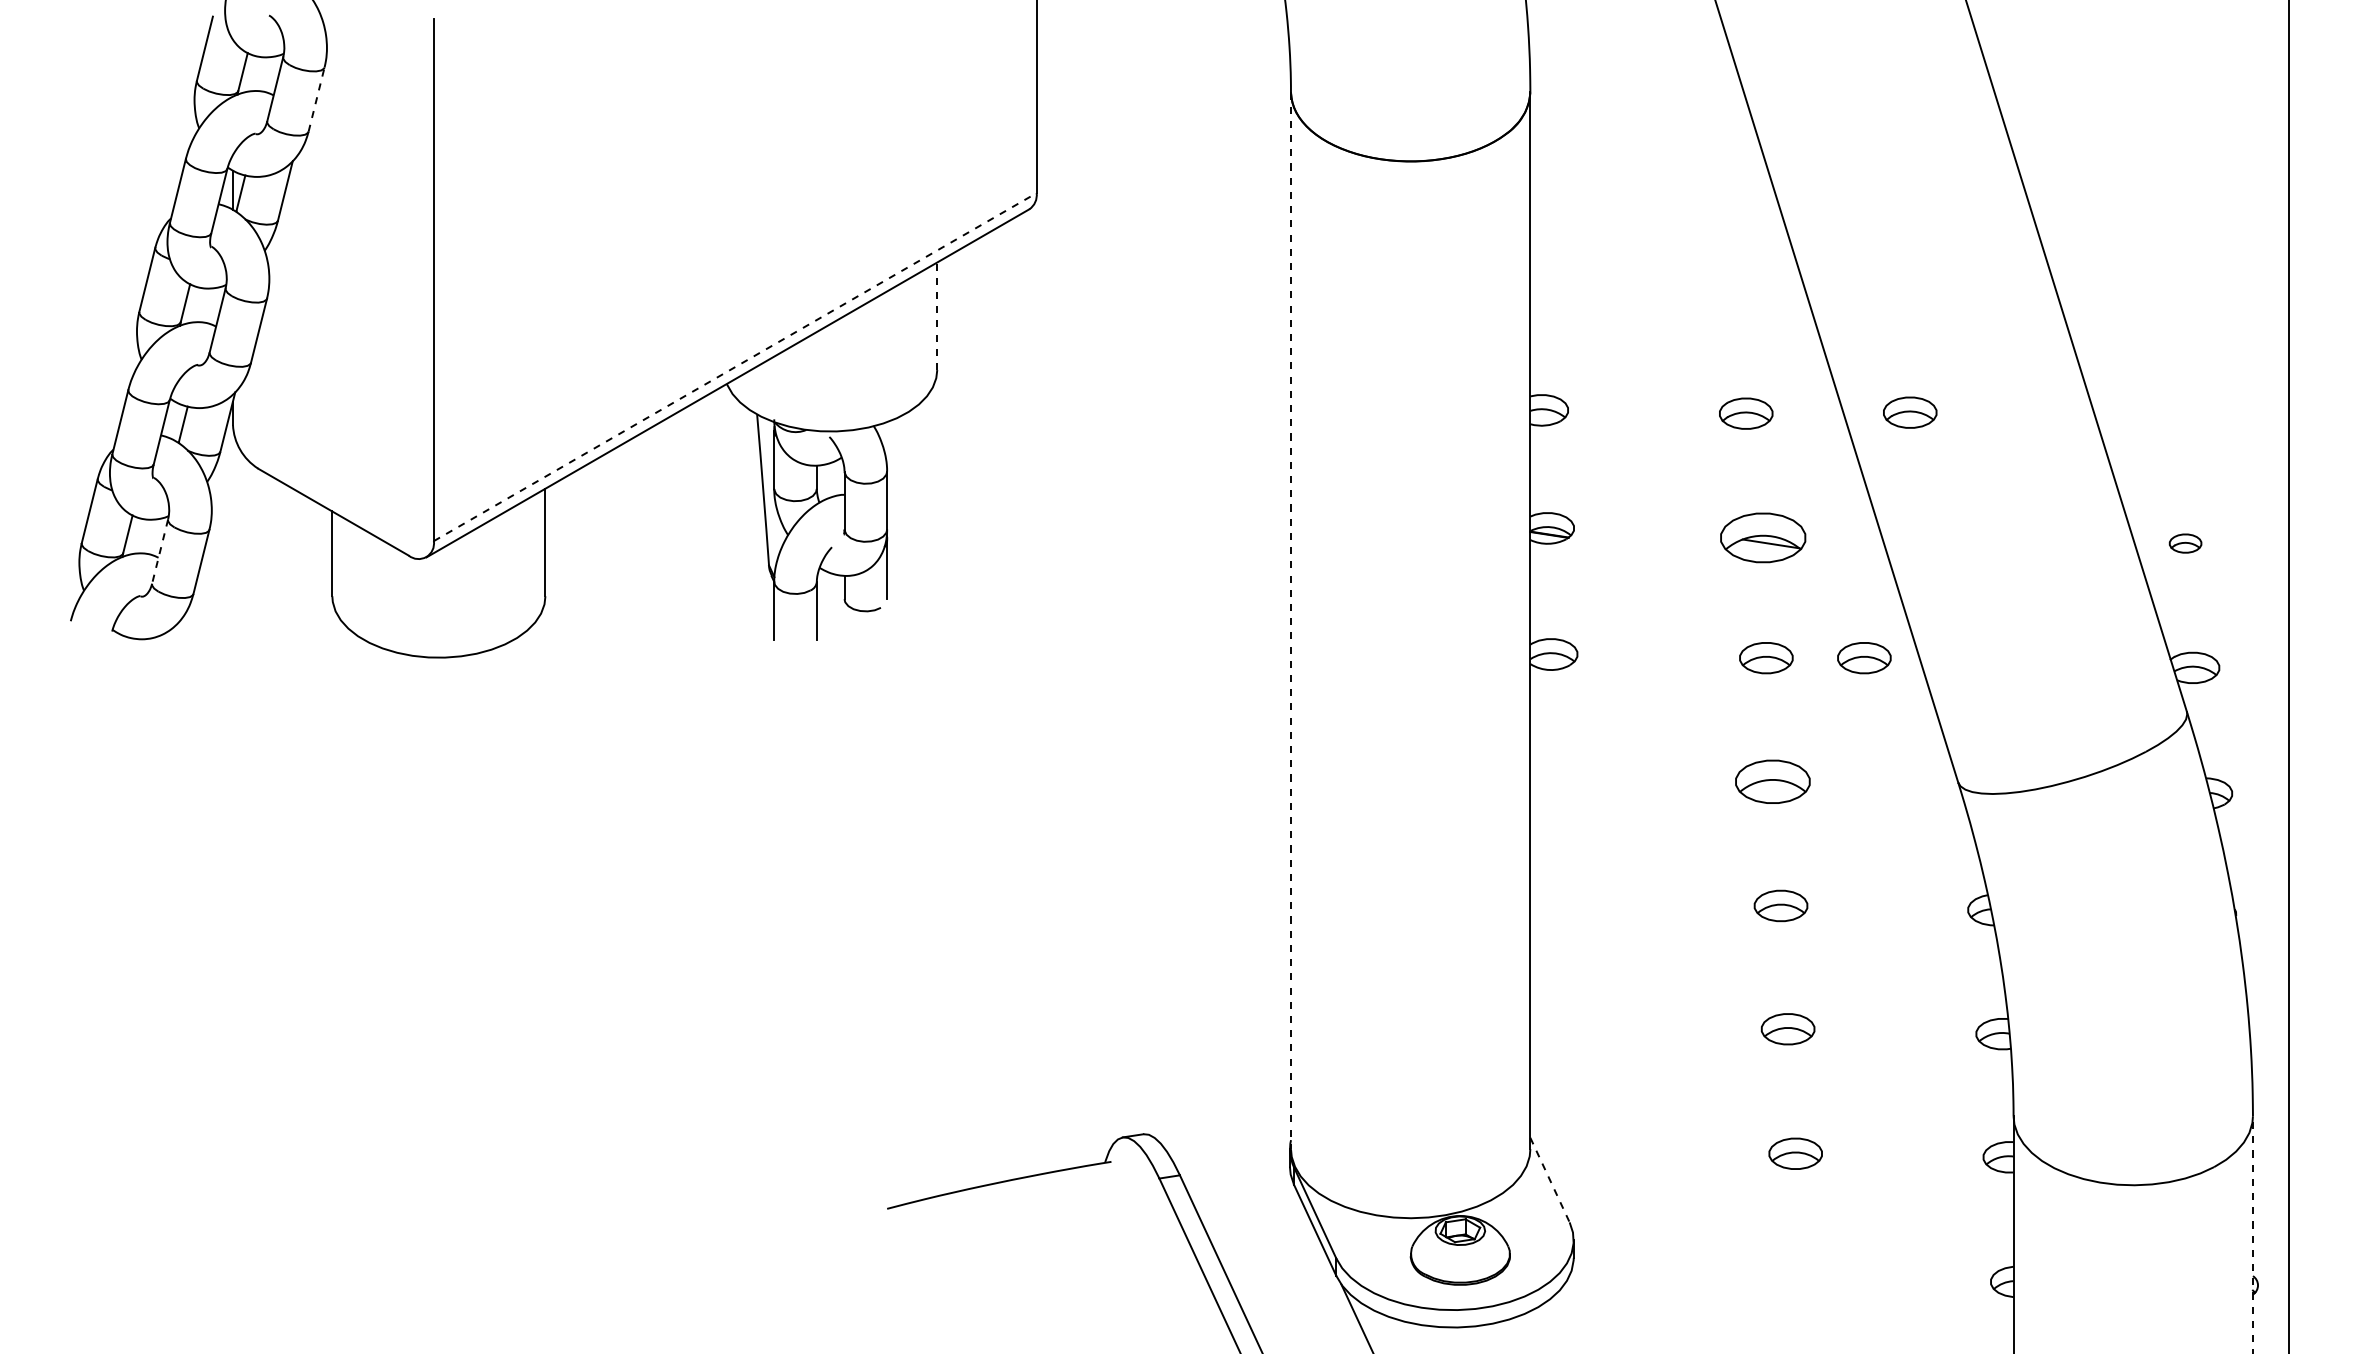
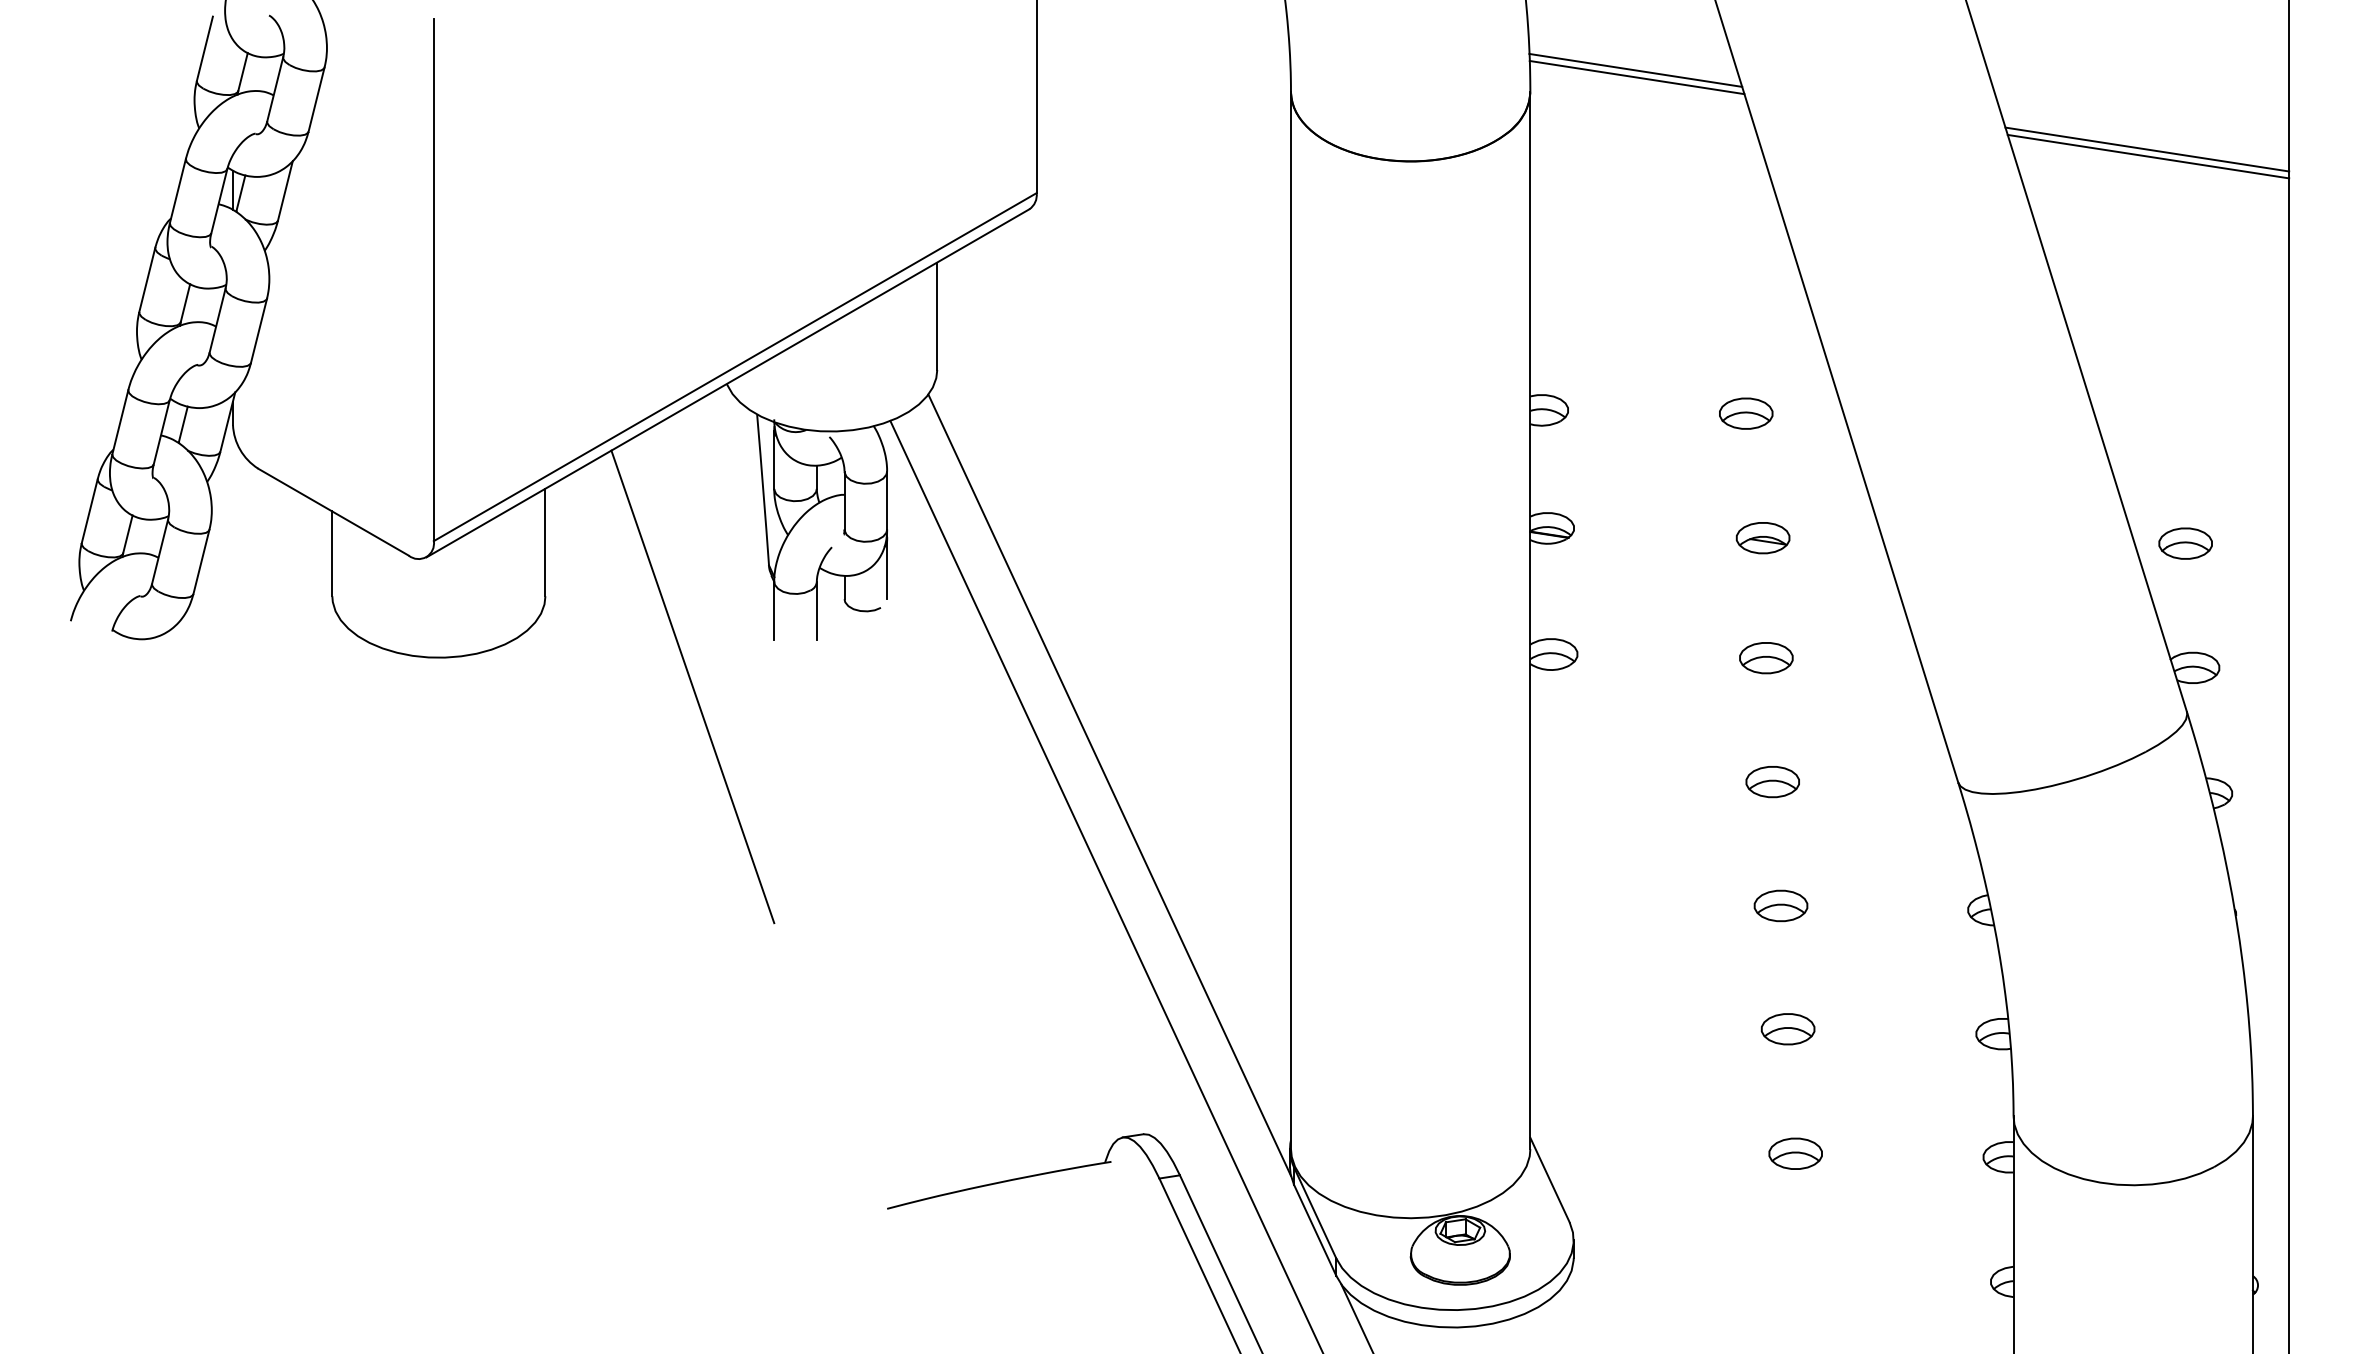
line at (1635, 69): none -> present
line at (1636, 77): none -> present
line at (316, 99): dashed -> solid
line at (2147, 149): none -> present
line at (2148, 156): none -> present
line at (937, 316): dashed -> solid
line at (735, 366): dashed -> solid
part at (1910, 412): present -> none
part at (1763, 537) size: 87x52 px -> 56x33 px
part at (2185, 543) size: 35x21 px -> 55x33 px
line at (159, 552): dashed -> solid
line at (1290, 621): dashed -> solid
part at (1864, 658): present -> none
line at (692, 686): none -> present
part at (1772, 781) size: 76x45 px -> 55x33 px
line at (1109, 784): none -> present
line at (1105, 885): none -> present
line at (1550, 1180): dashed -> solid
line at (2252, 1234): dashed -> solid
